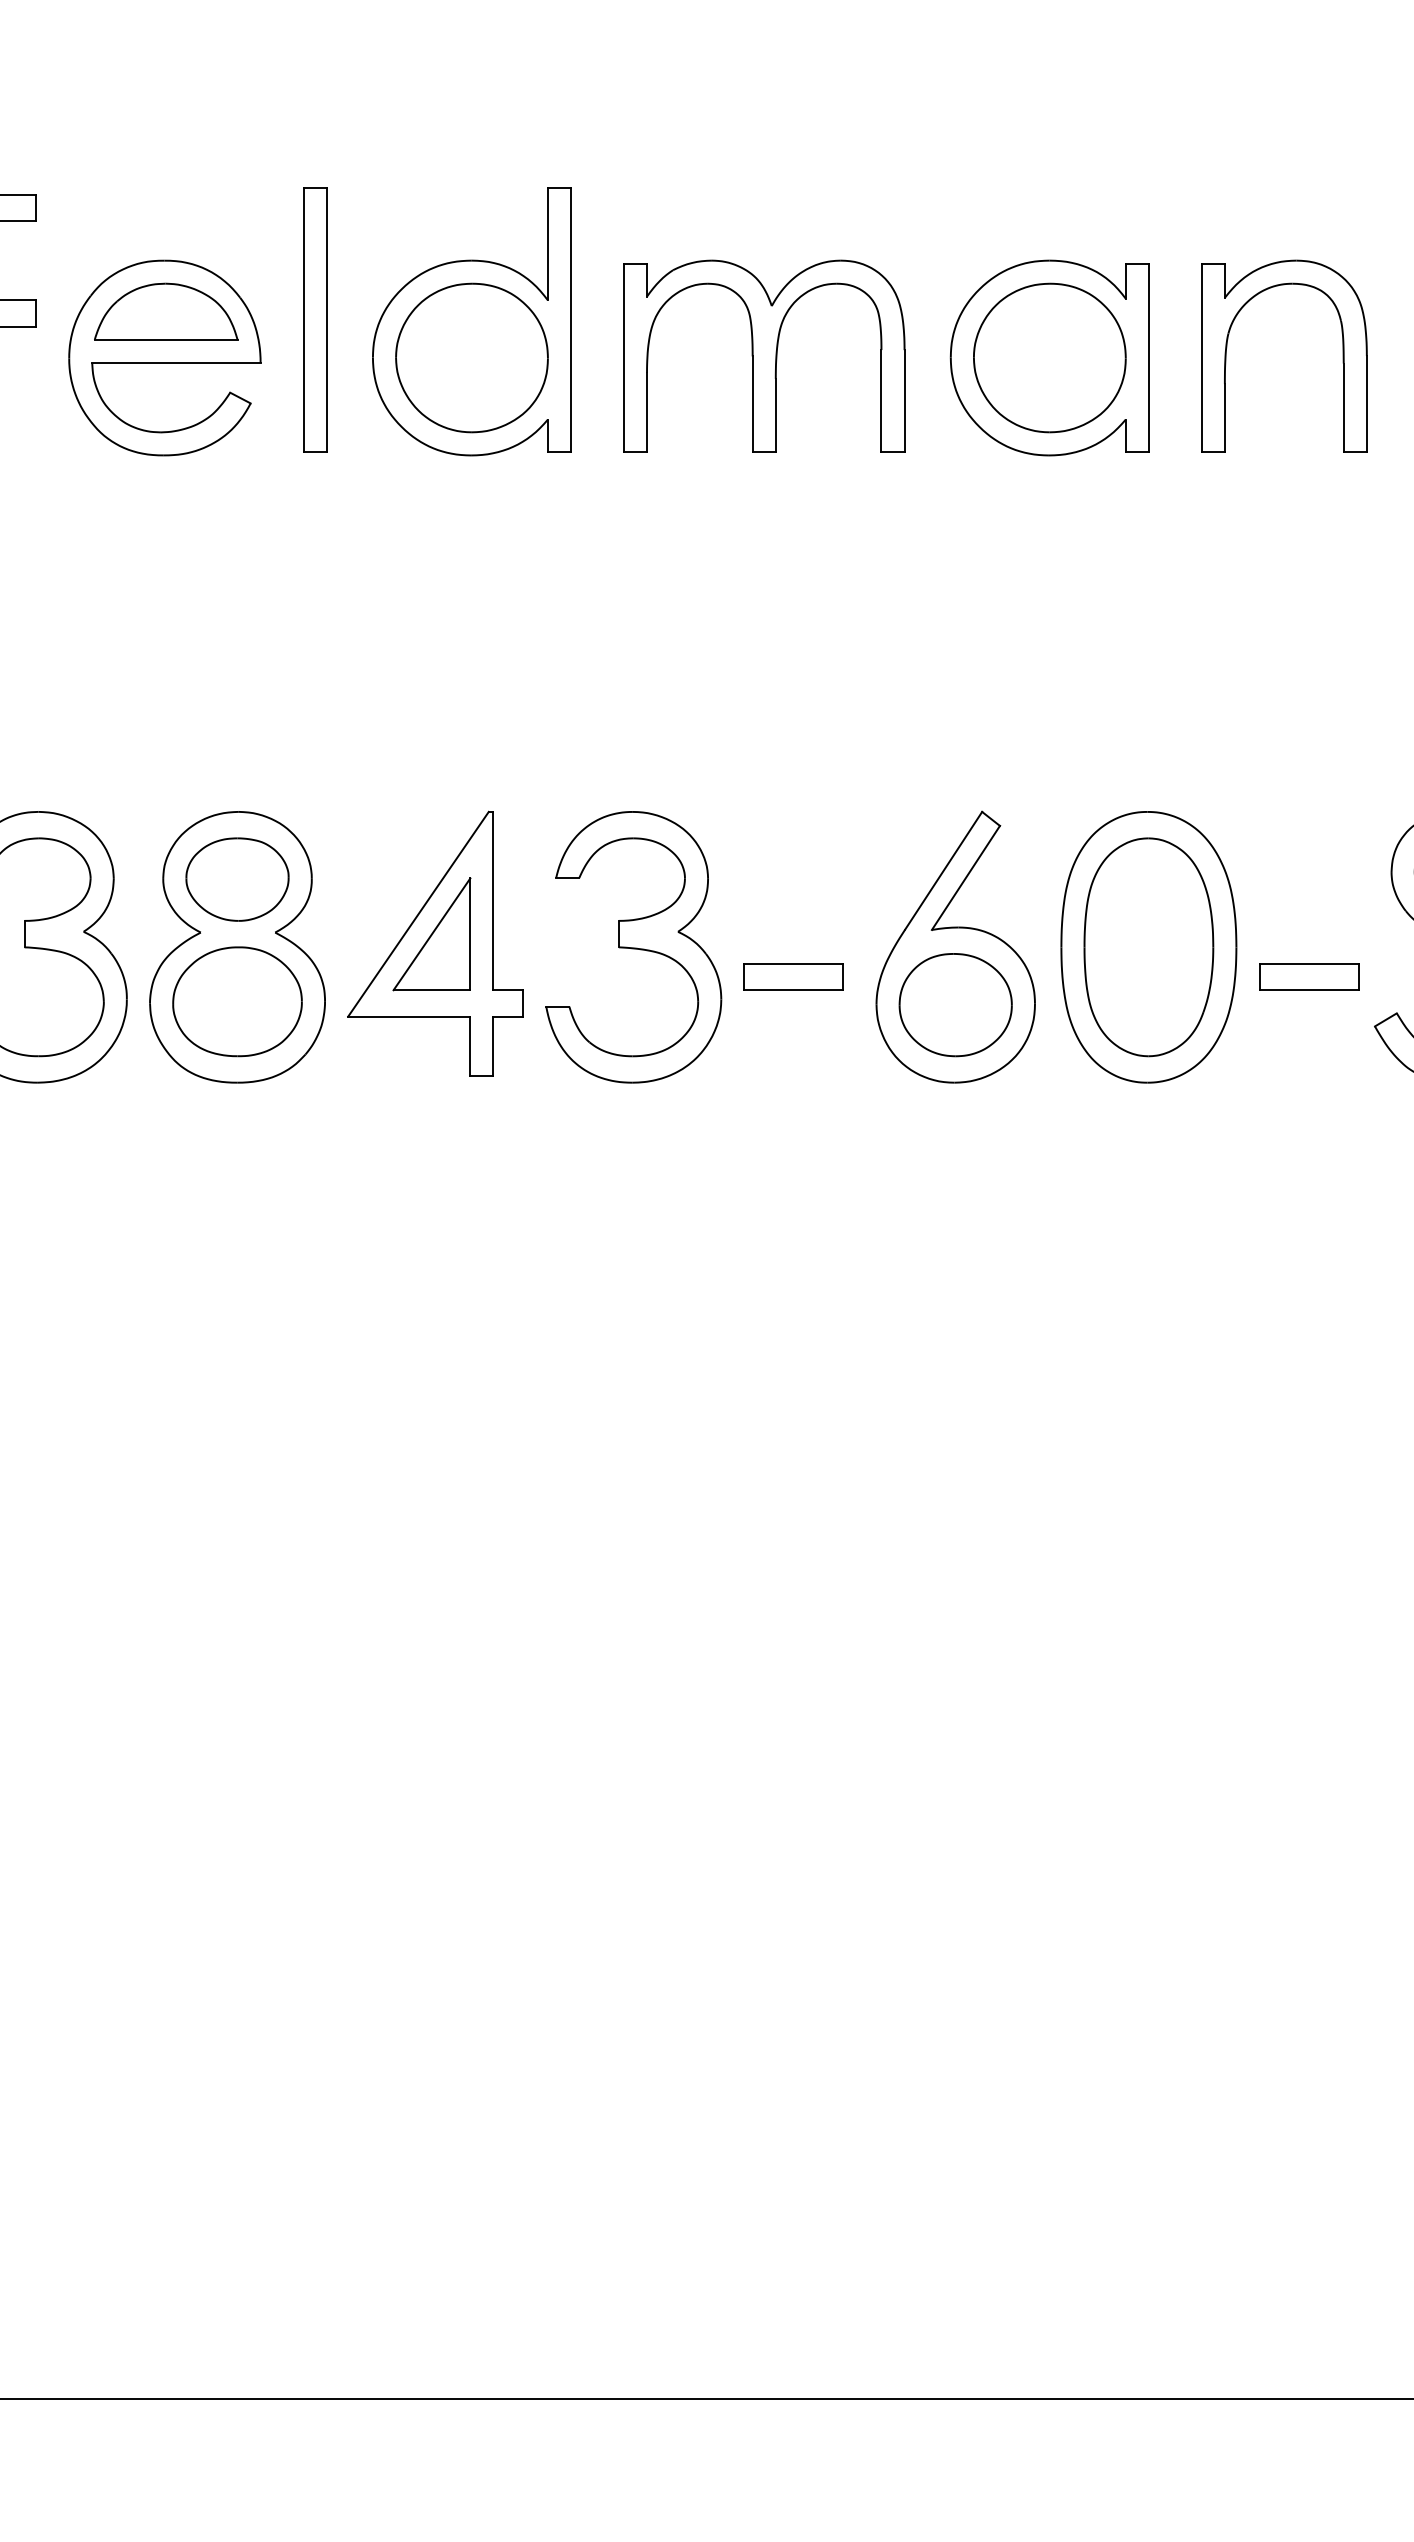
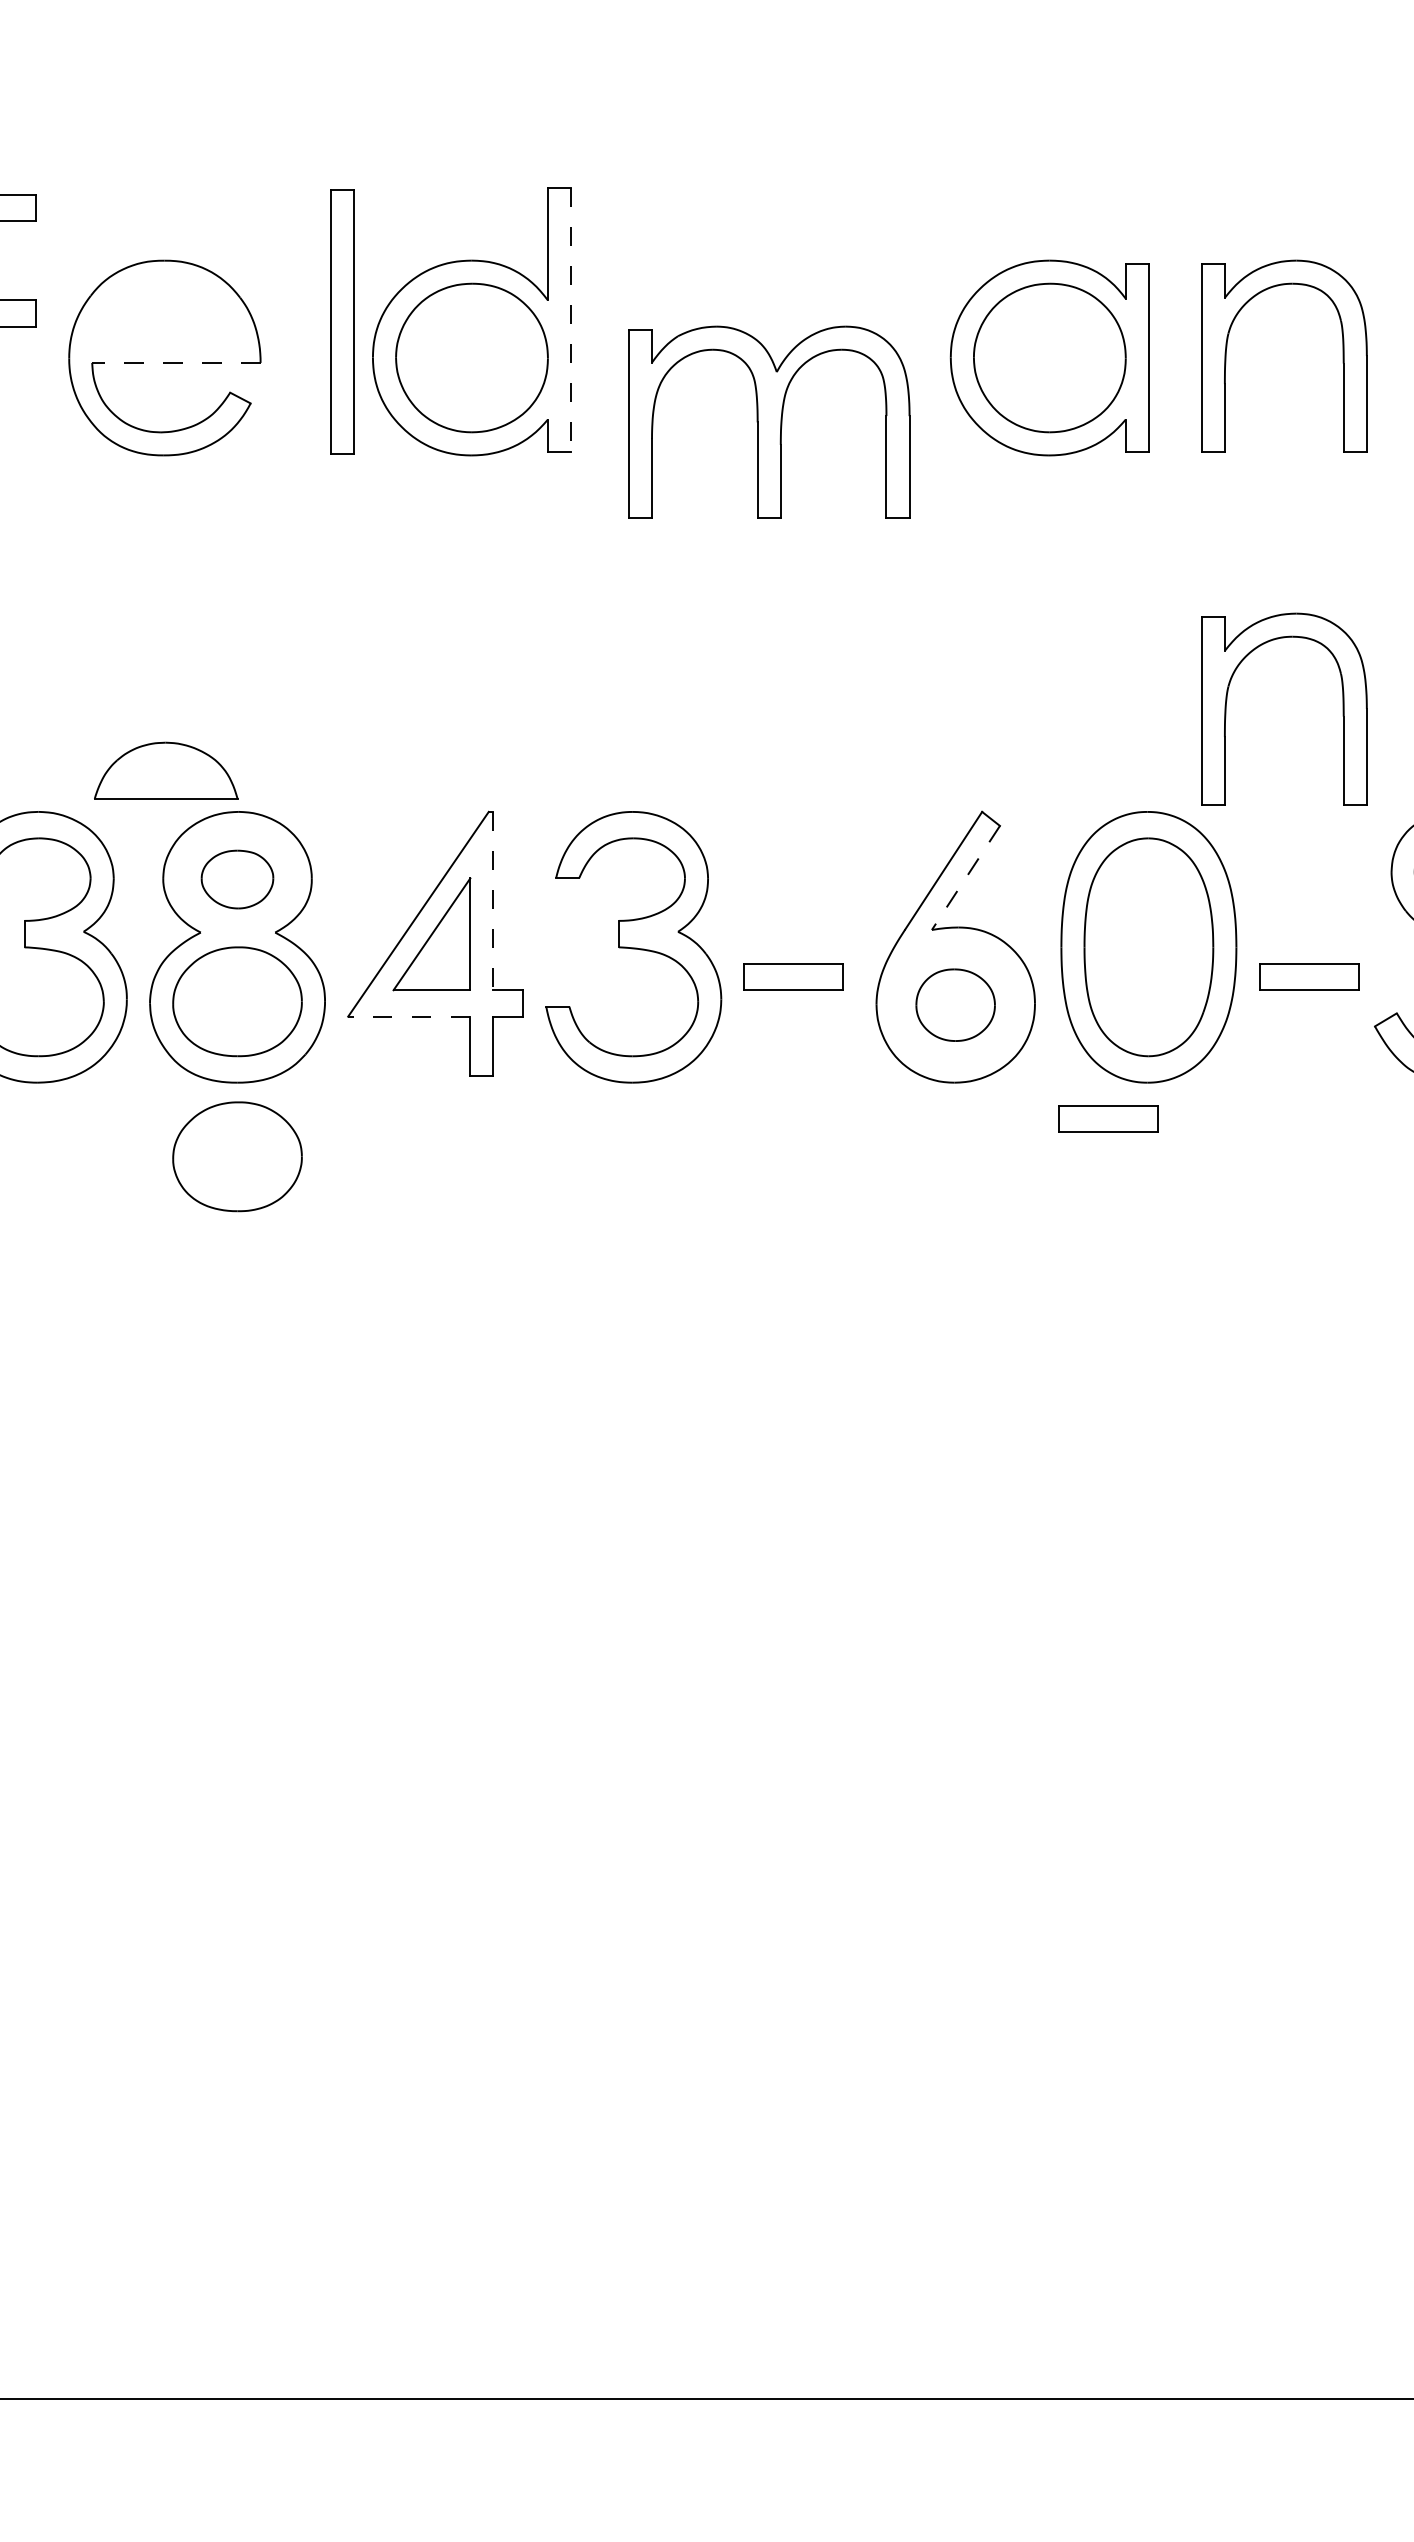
part at (166, 311) position: (166, 311) -> (166, 770)
part at (315, 319) position: (315, 319) -> (342, 321)
line at (571, 320): solid -> dashed
part at (764, 355) position: (764, 355) -> (769, 421)
line at (175, 362): solid -> dashed
part at (1227, 700): none -> present
line at (965, 878): solid -> dashed
part at (237, 879) size: 105x85 px -> 75x61 px
line at (493, 901): solid -> dashed
part at (955, 1005) size: 115x105 px -> 81x74 px
line at (408, 1016): solid -> dashed
part at (1108, 1118): none -> present
part at (237, 1156): none -> present
